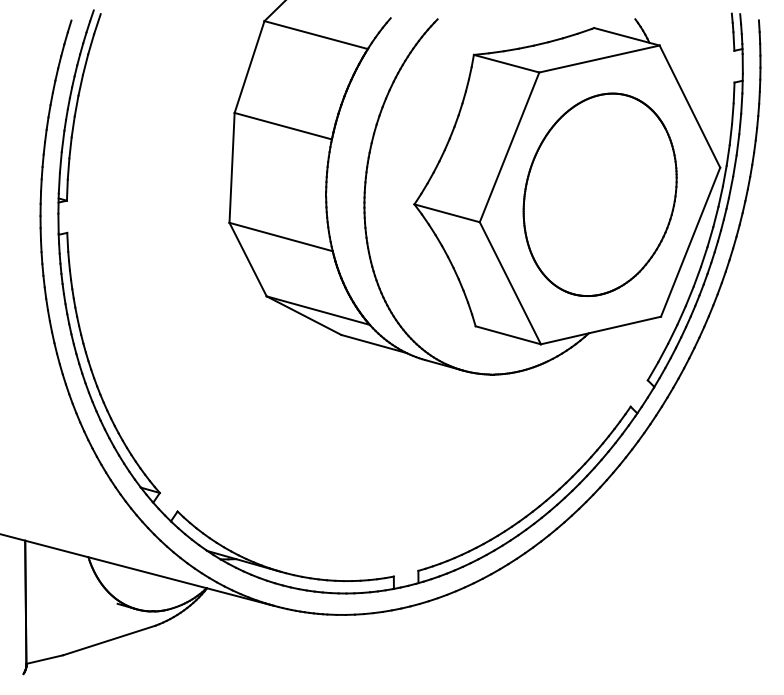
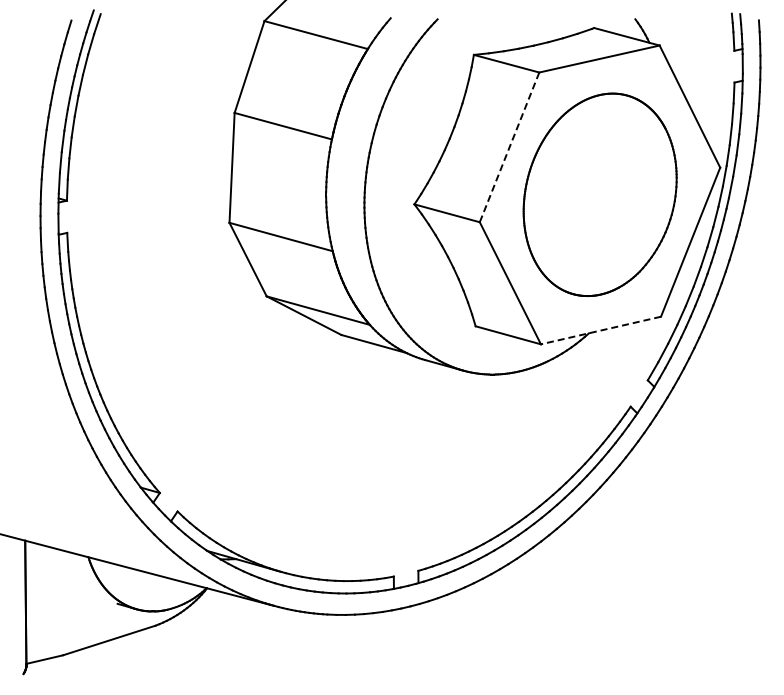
line at (509, 147): solid -> dashed
line at (600, 330): solid -> dashed
